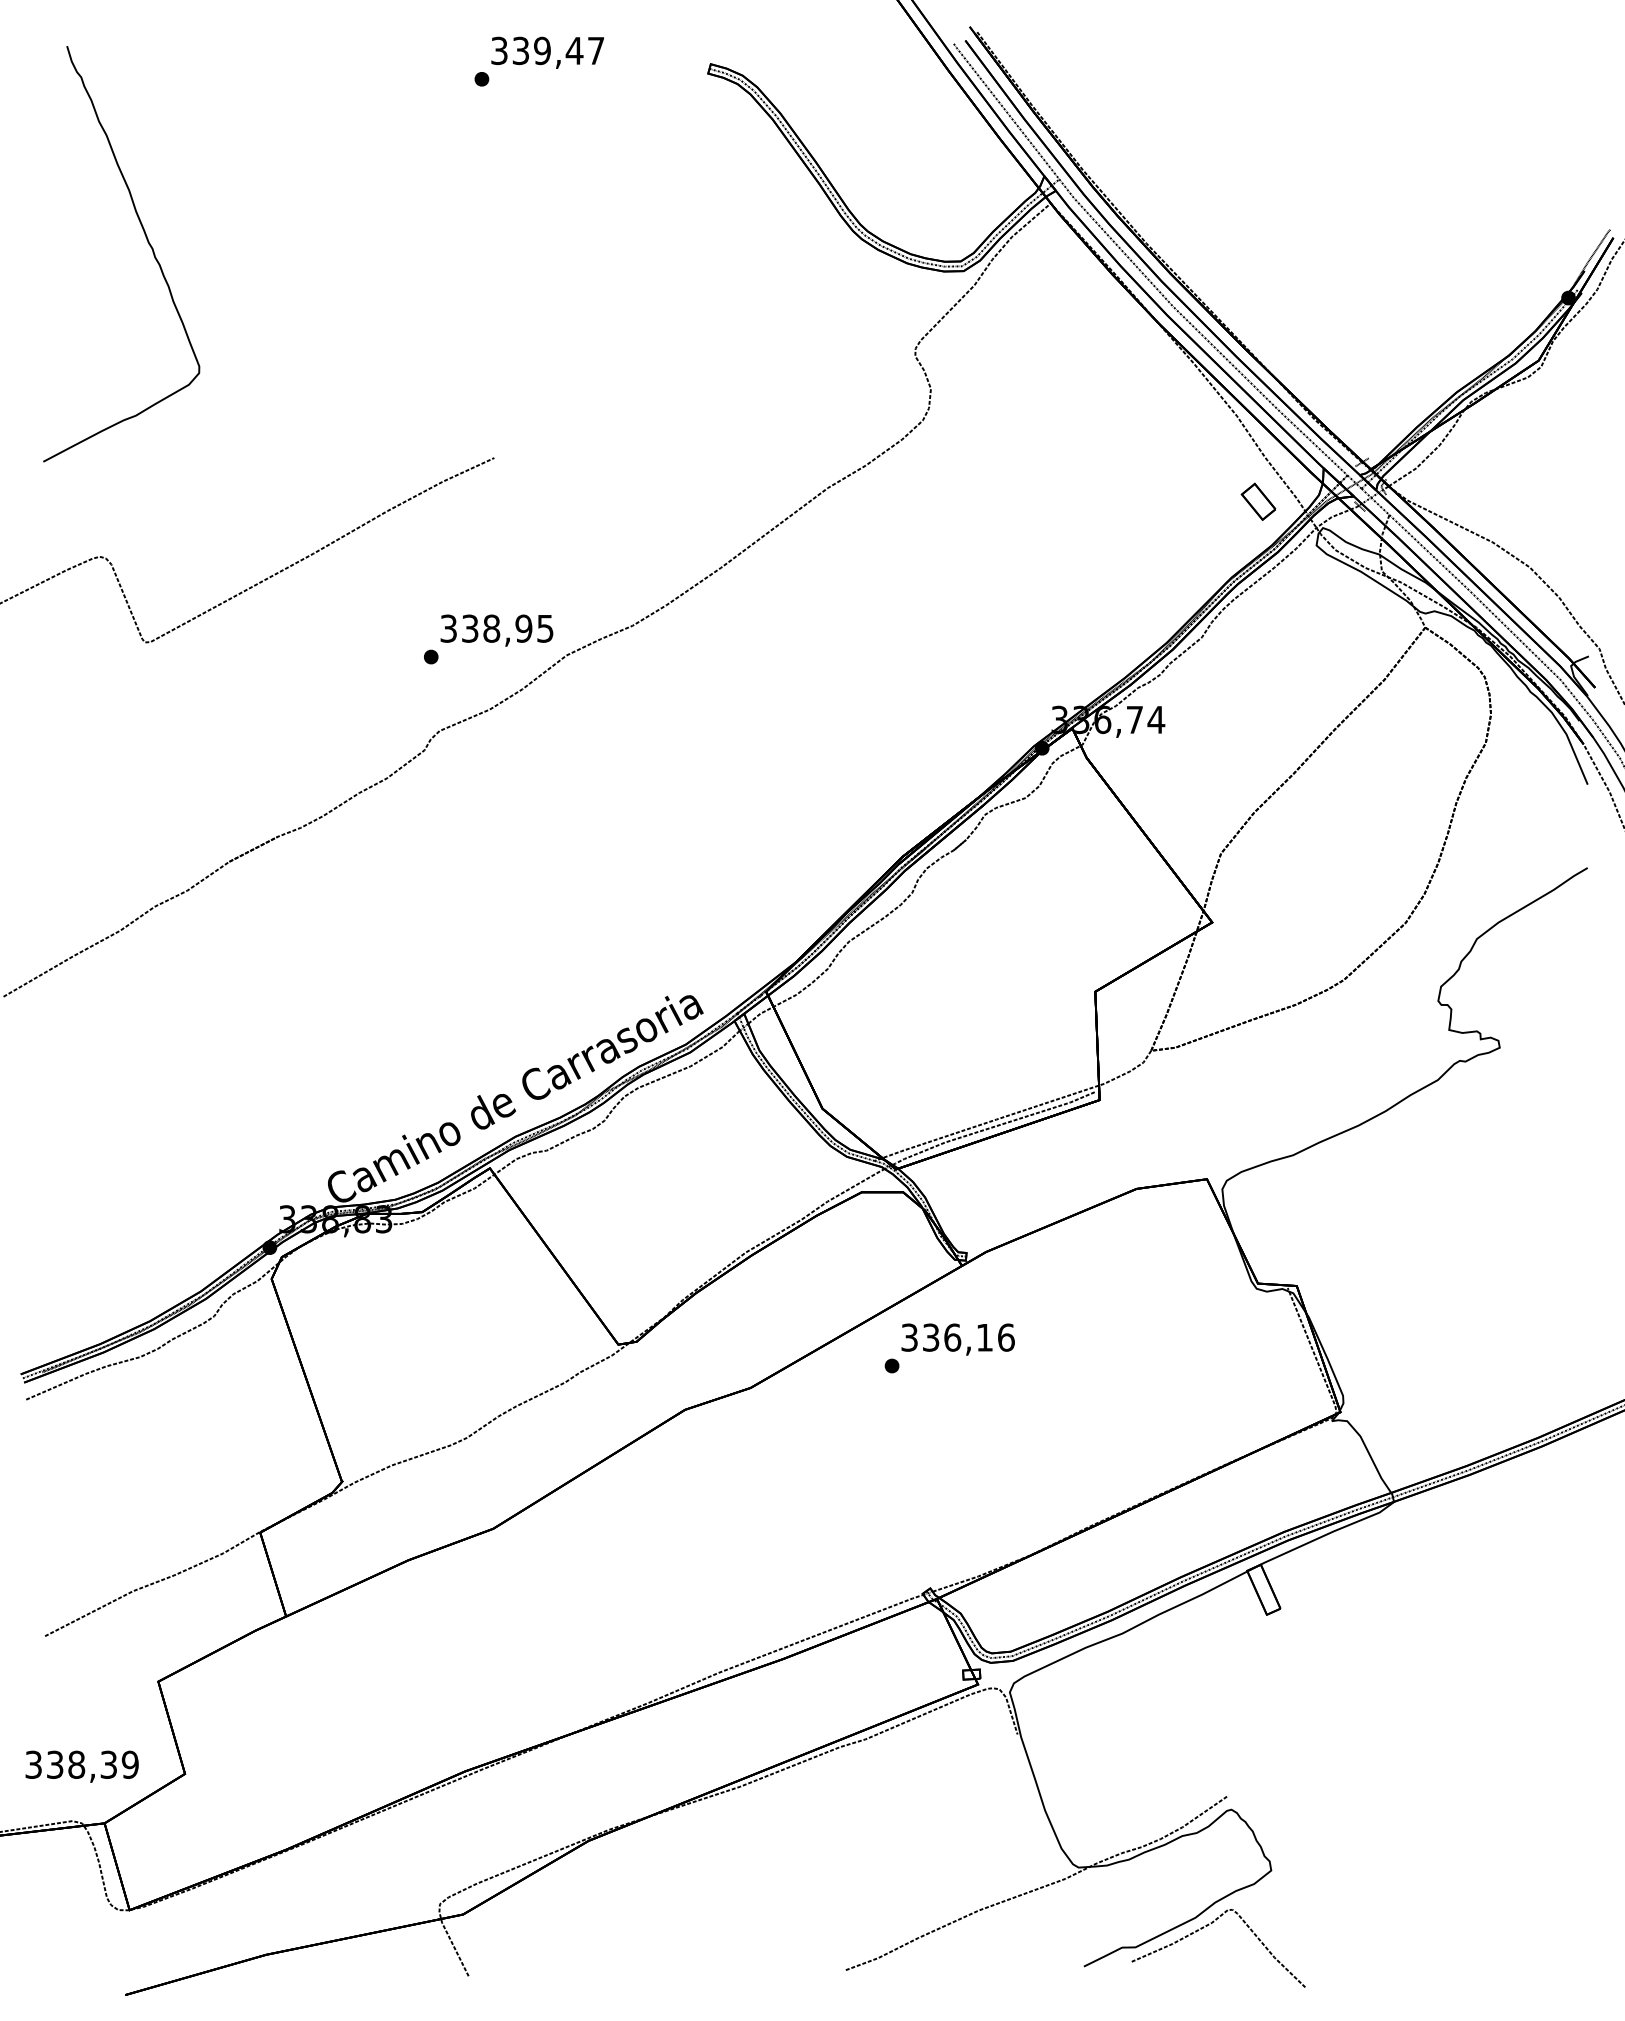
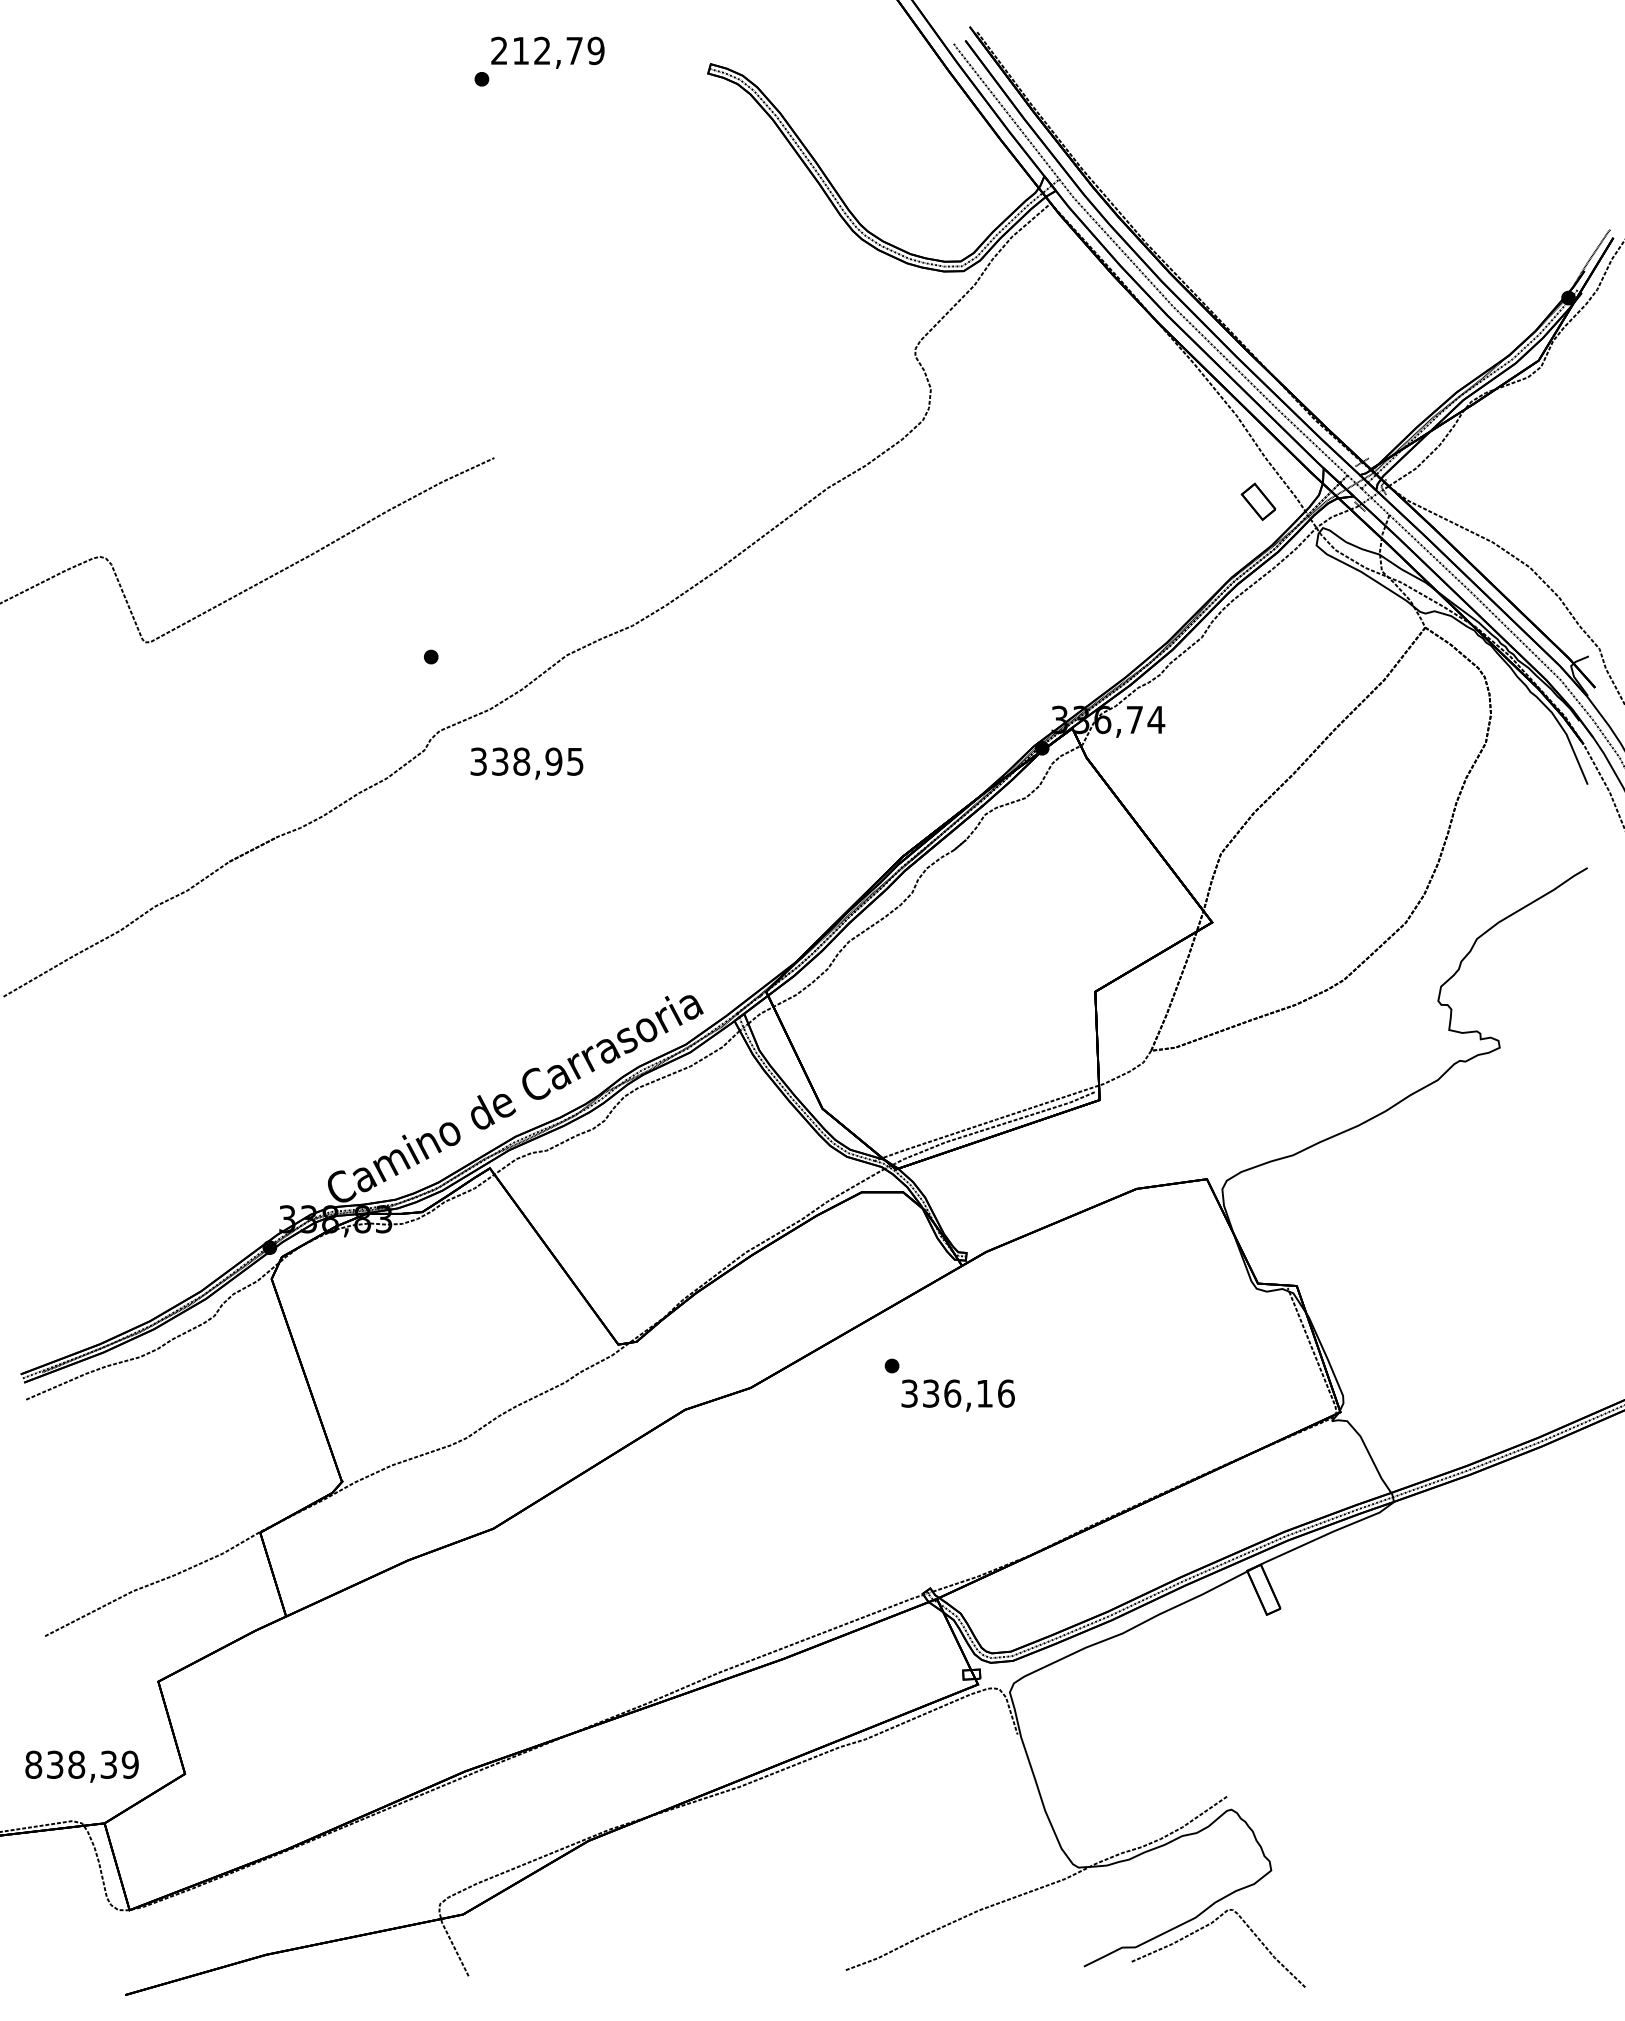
text at (547, 50): 339,47 -> 212,79
part at (147, 242): present -> none
text at (496, 630) position: (496, 630) -> (526, 763)
text at (957, 1339) position: (957, 1339) -> (957, 1395)
text at (33, 1764): 338,39 -> 838,39
